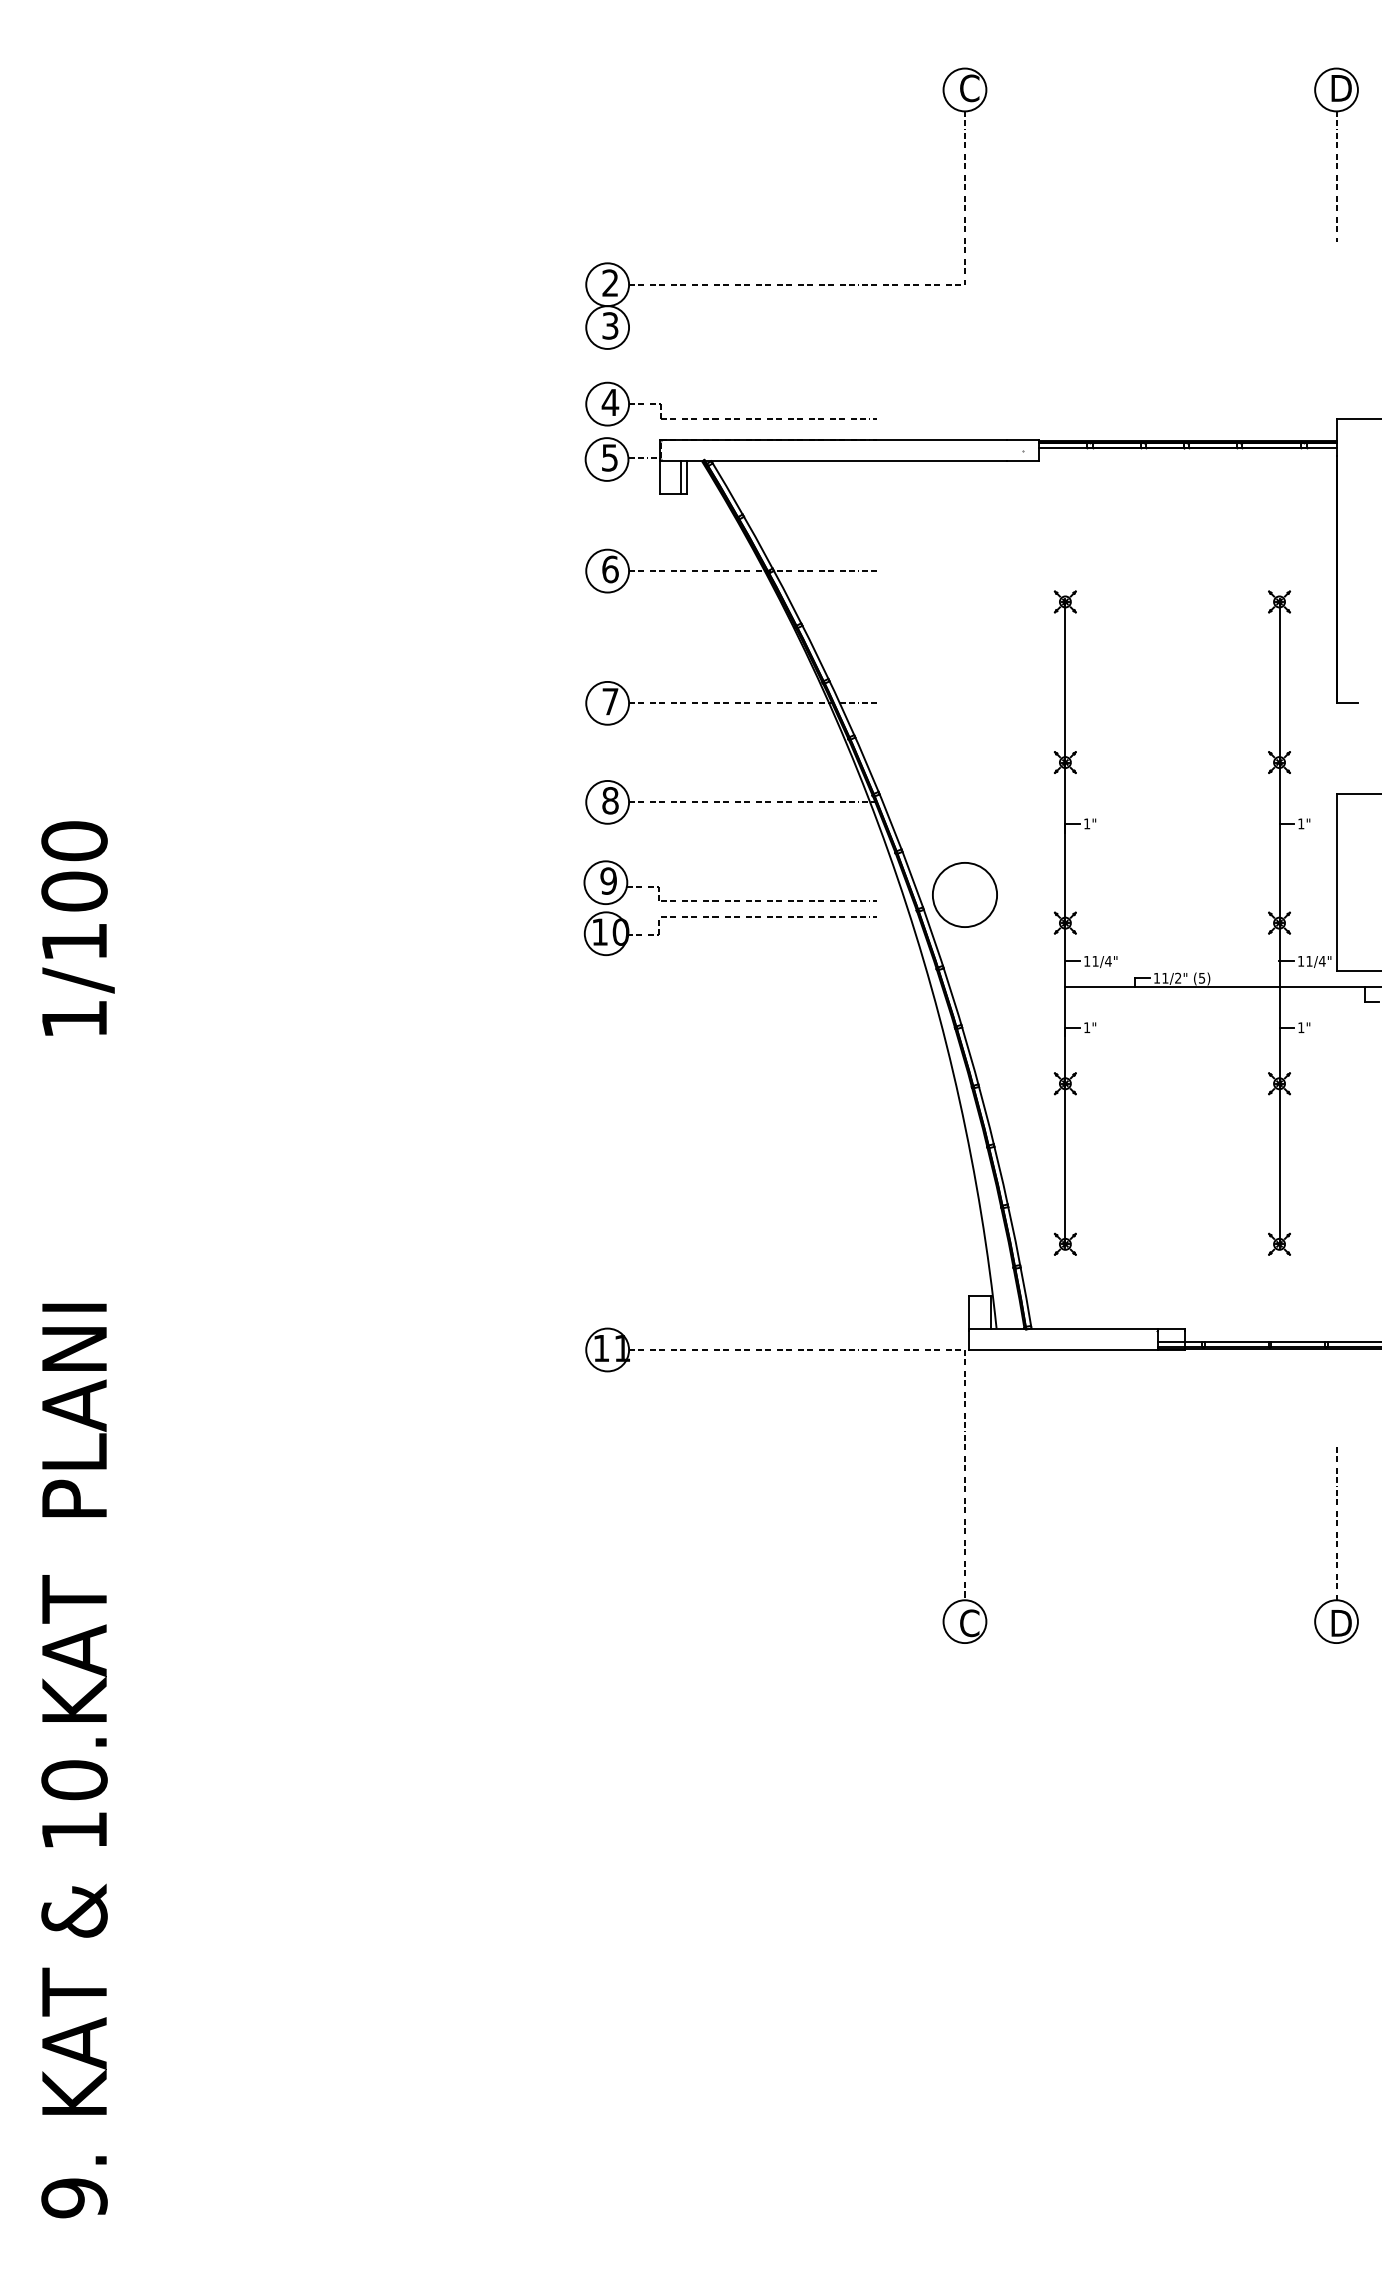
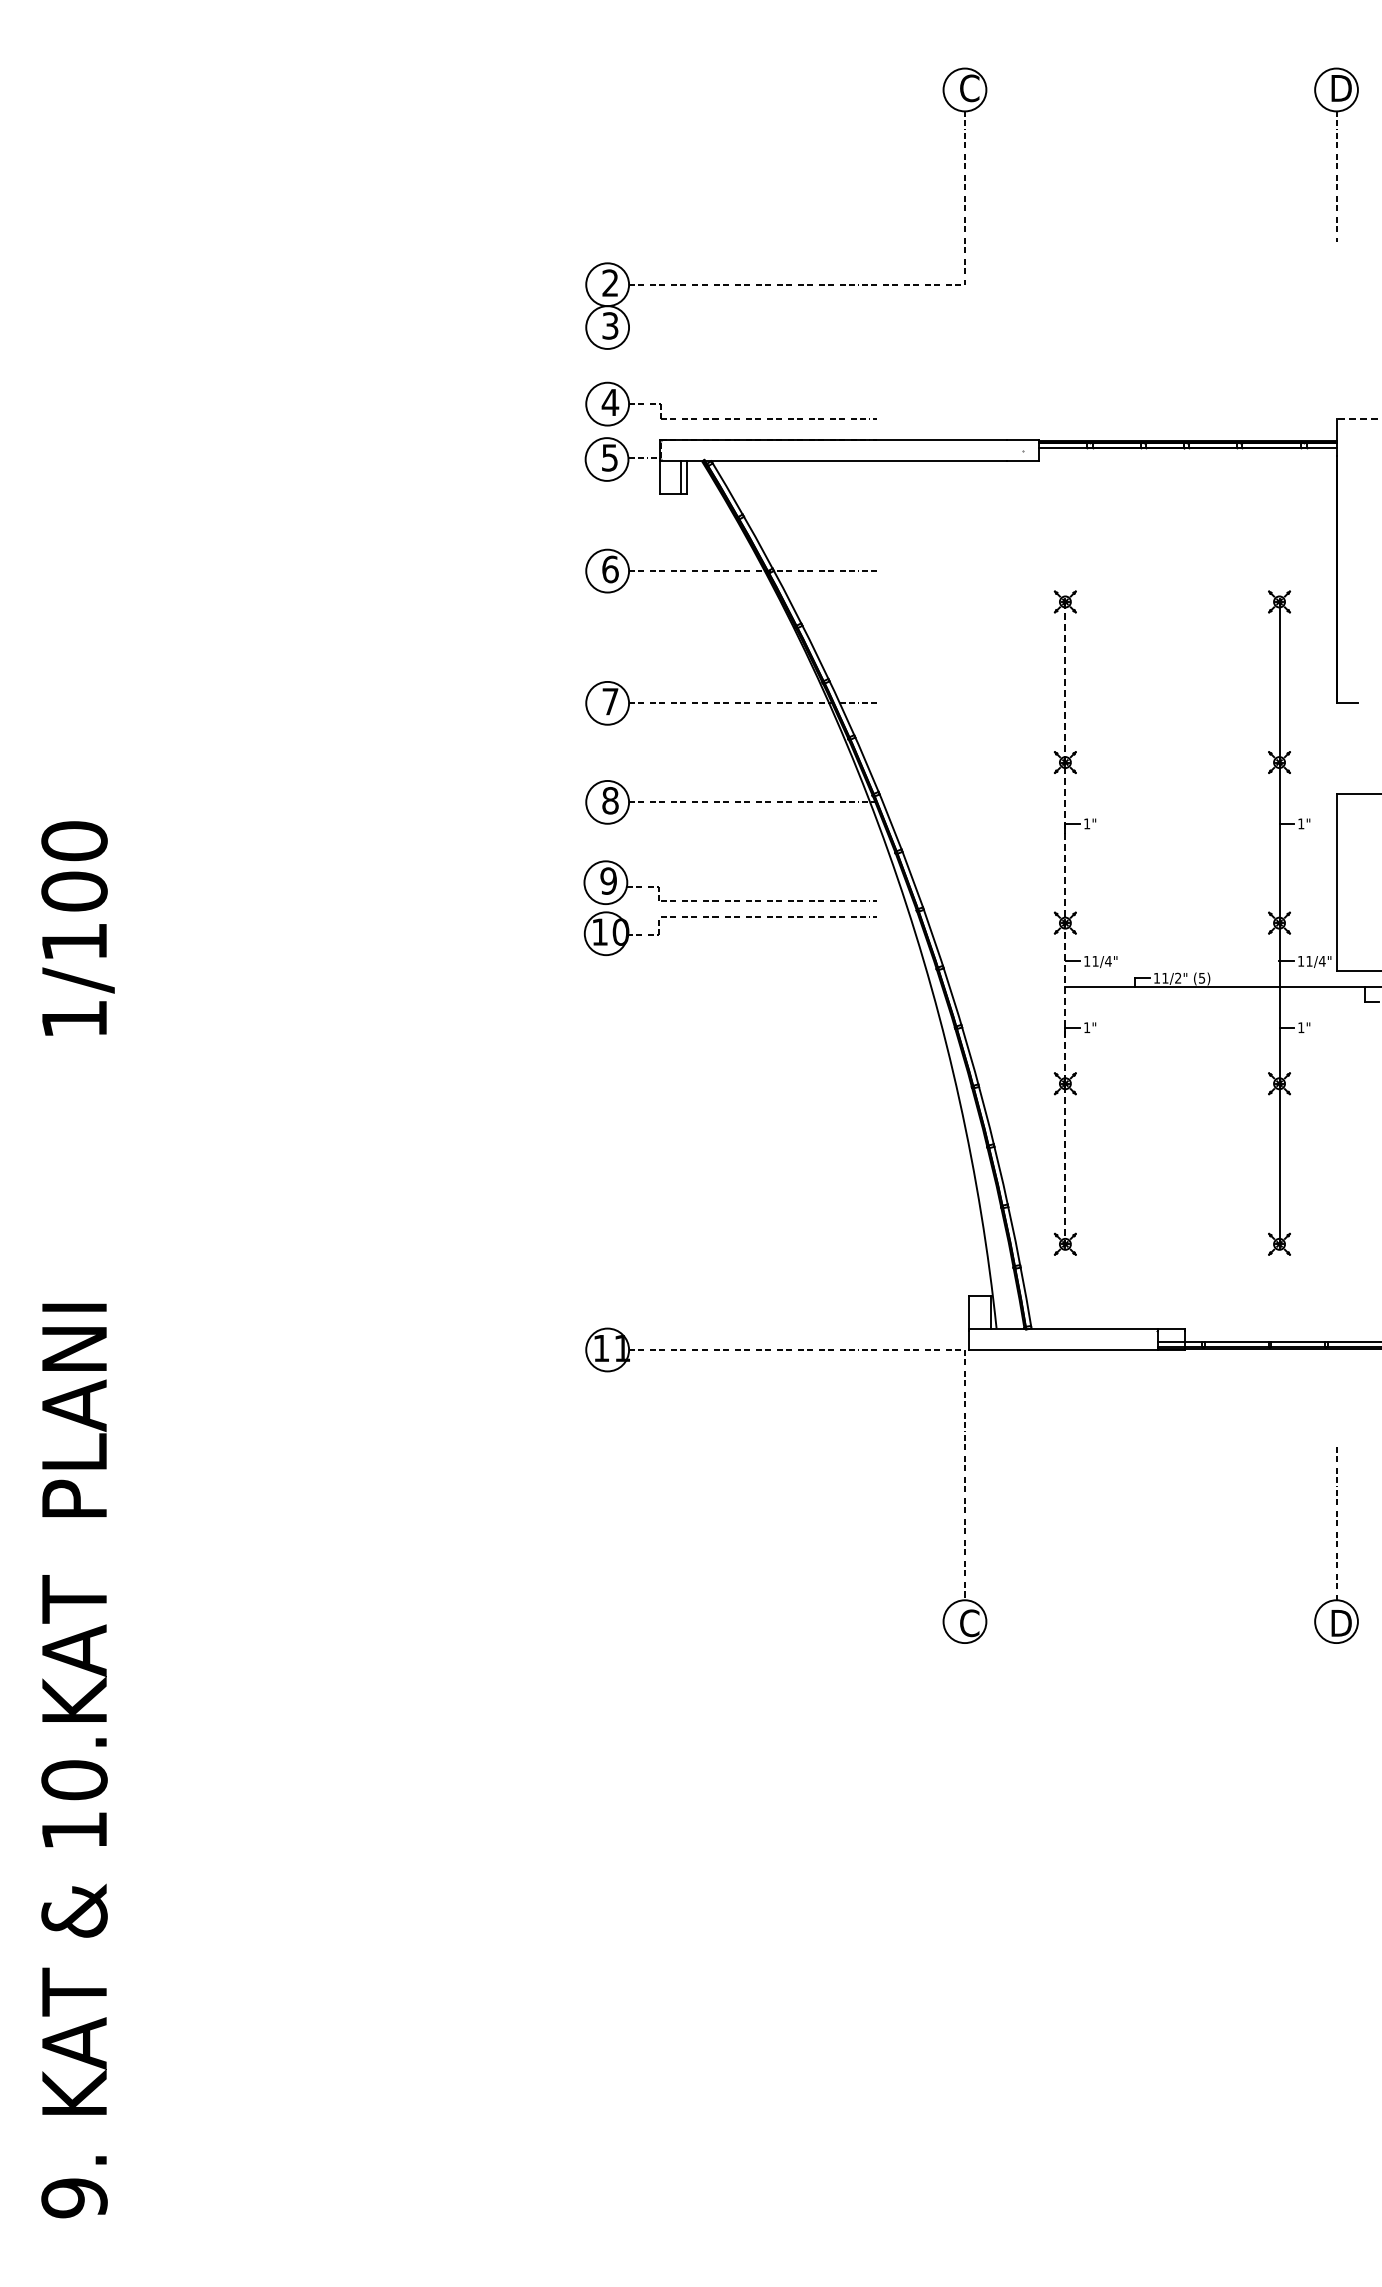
line at (1358, 418): solid -> dashed
circle at (964, 894): present -> none
line at (1065, 923): solid -> dashed
